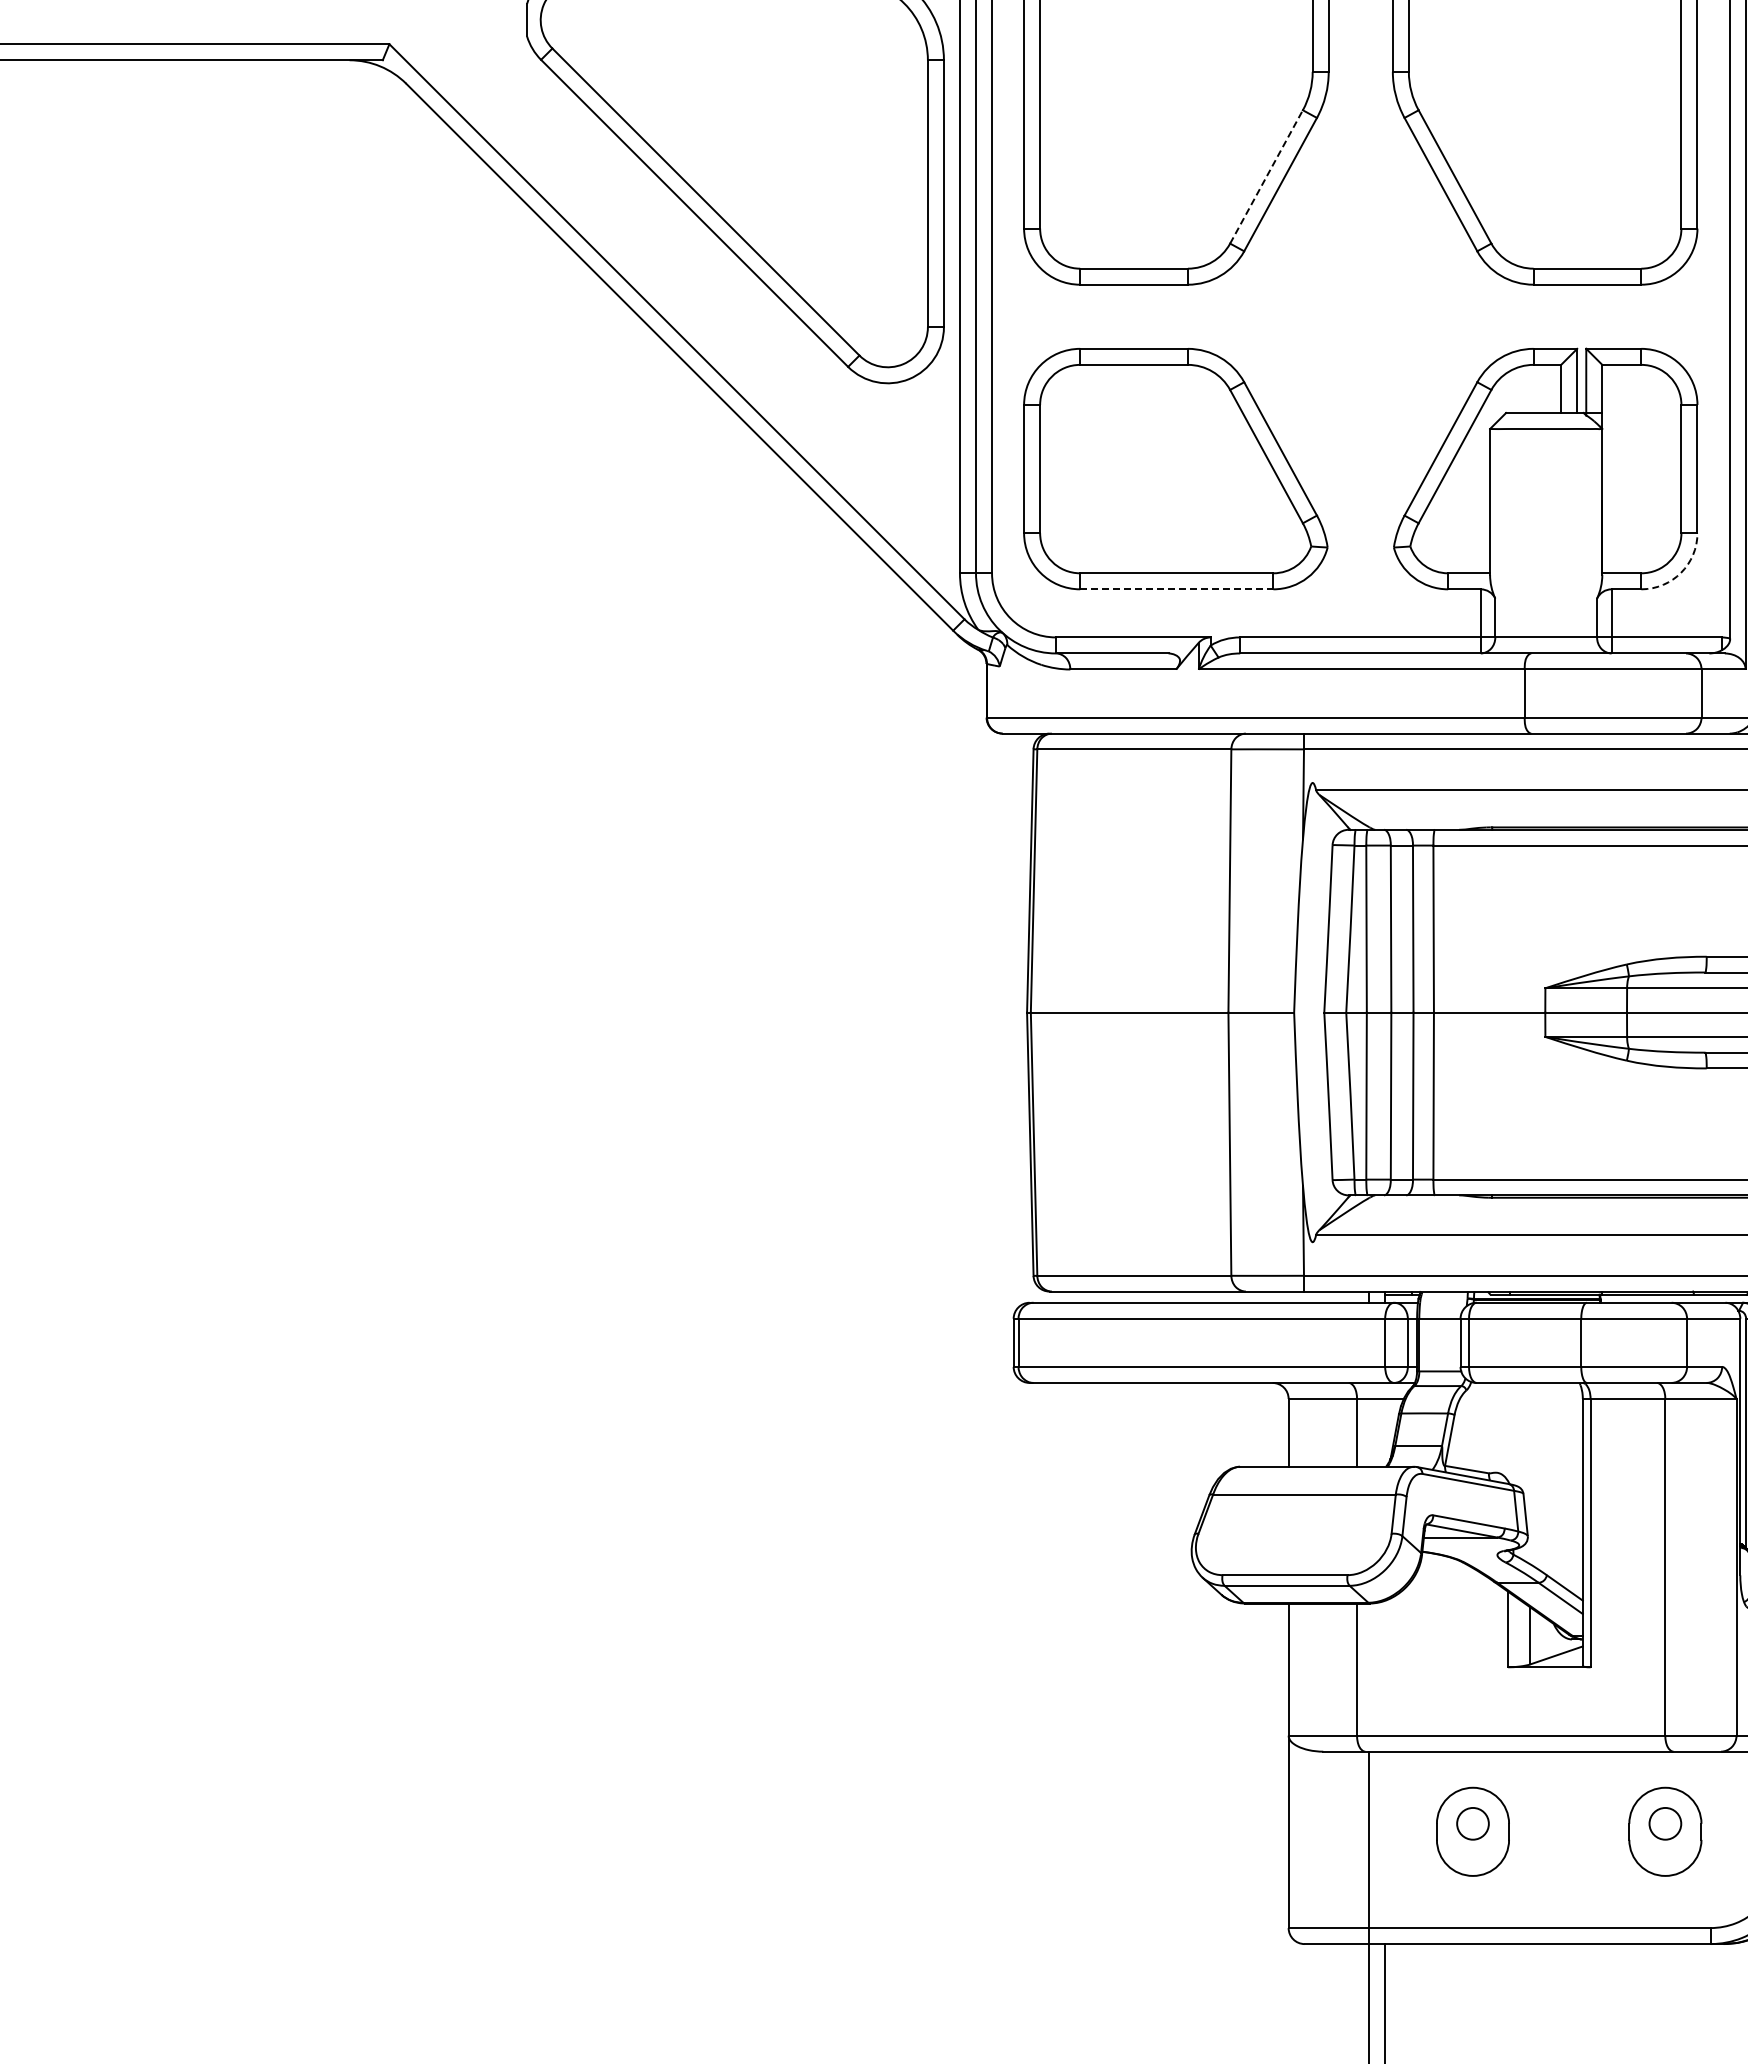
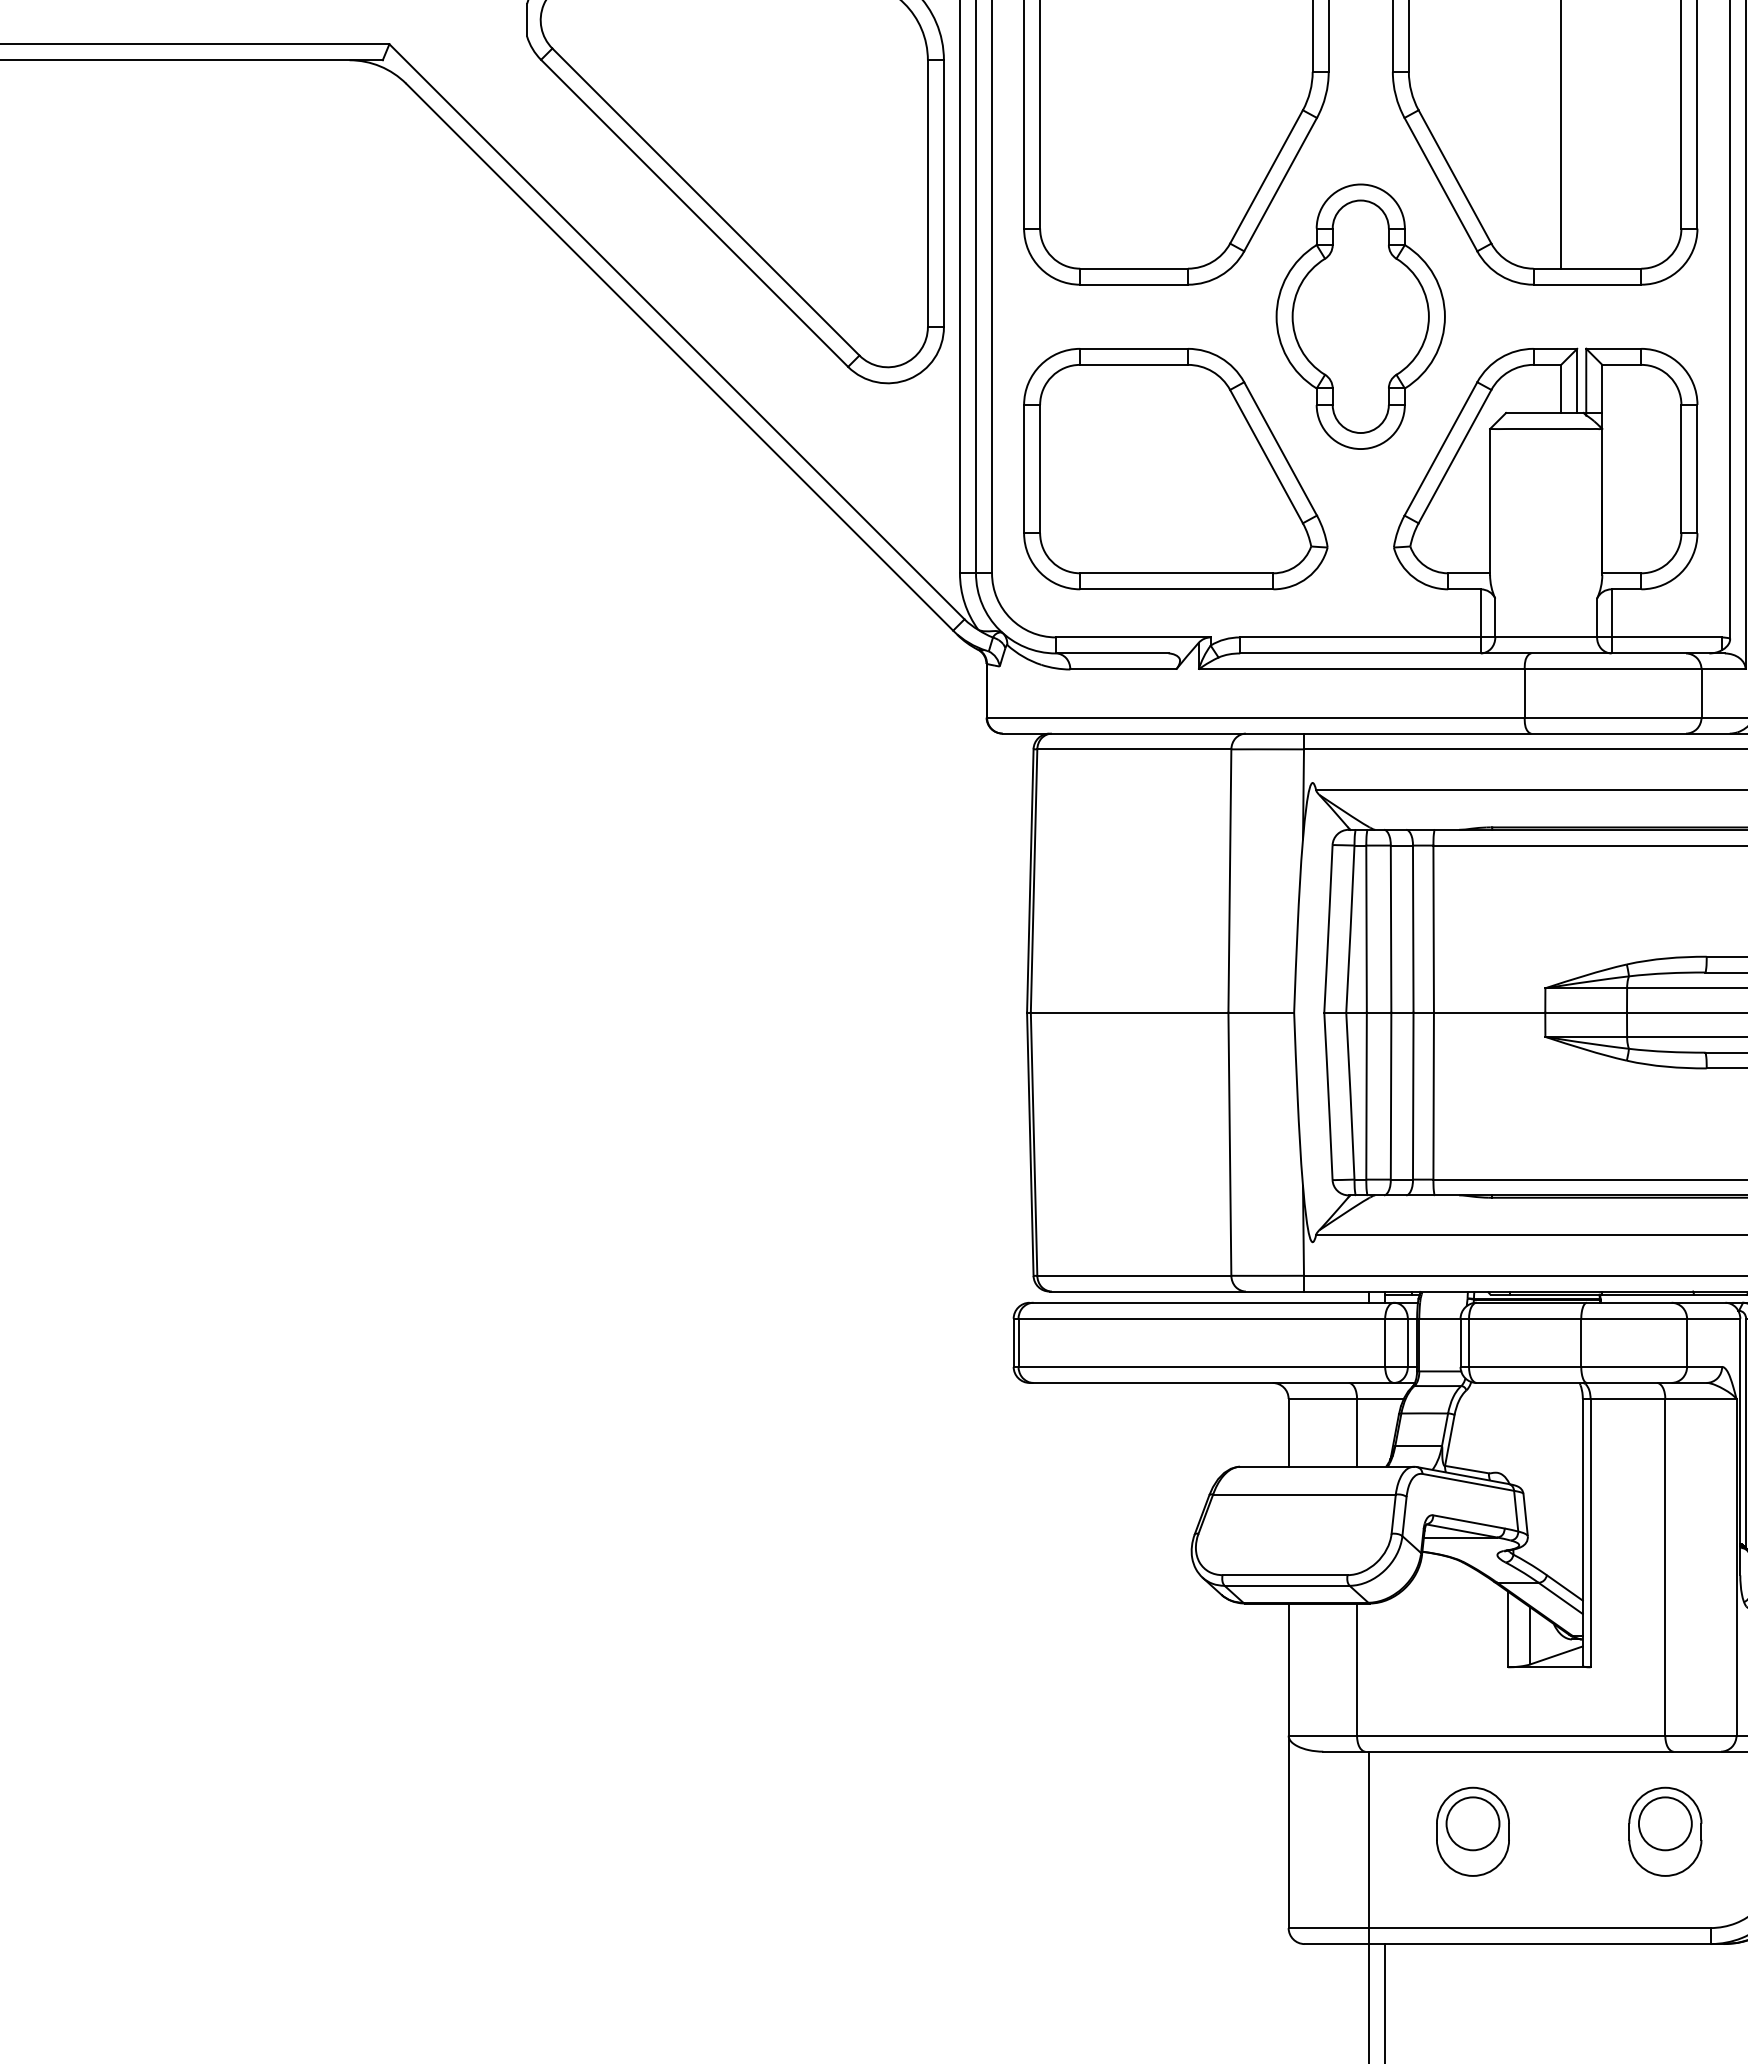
line at (1561, 135): none -> present
line at (1266, 176): dashed -> solid
part at (1360, 316): none -> present
arc at (1681, 572): dashed -> solid
line at (1176, 589): dashed -> solid
circle at (1472, 1823) diameter: 32 px -> 53 px
circle at (1665, 1823) diameter: 32 px -> 53 px
